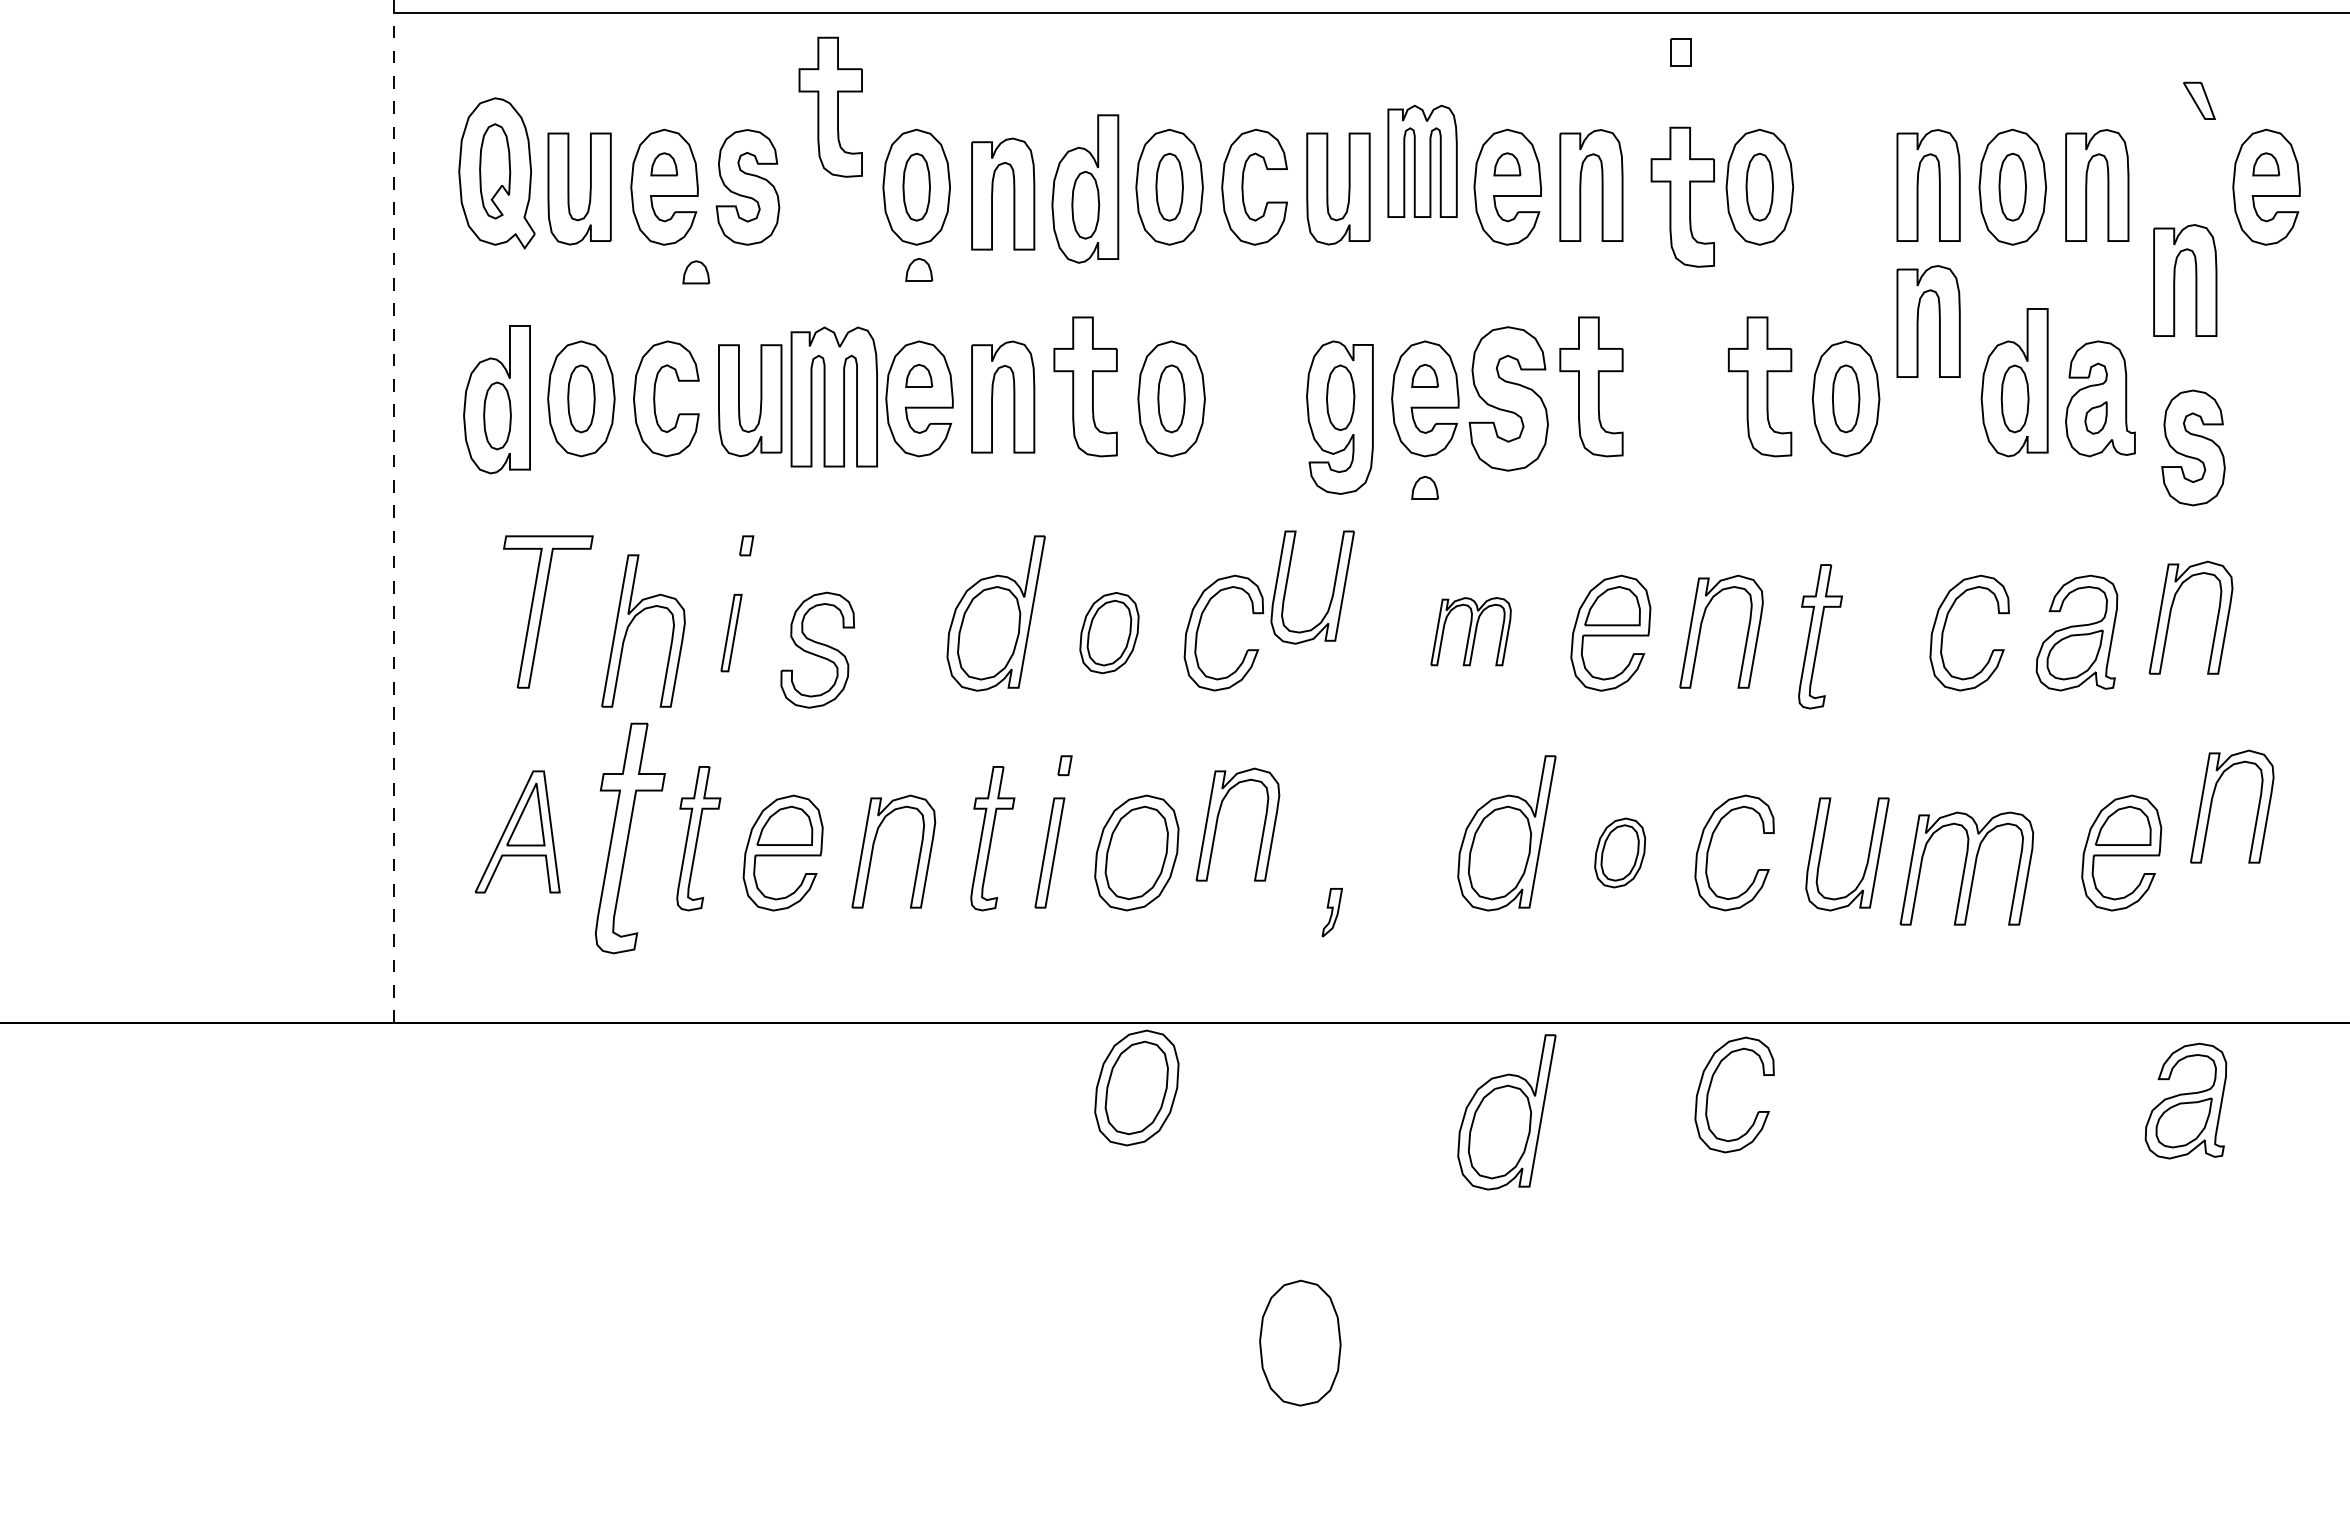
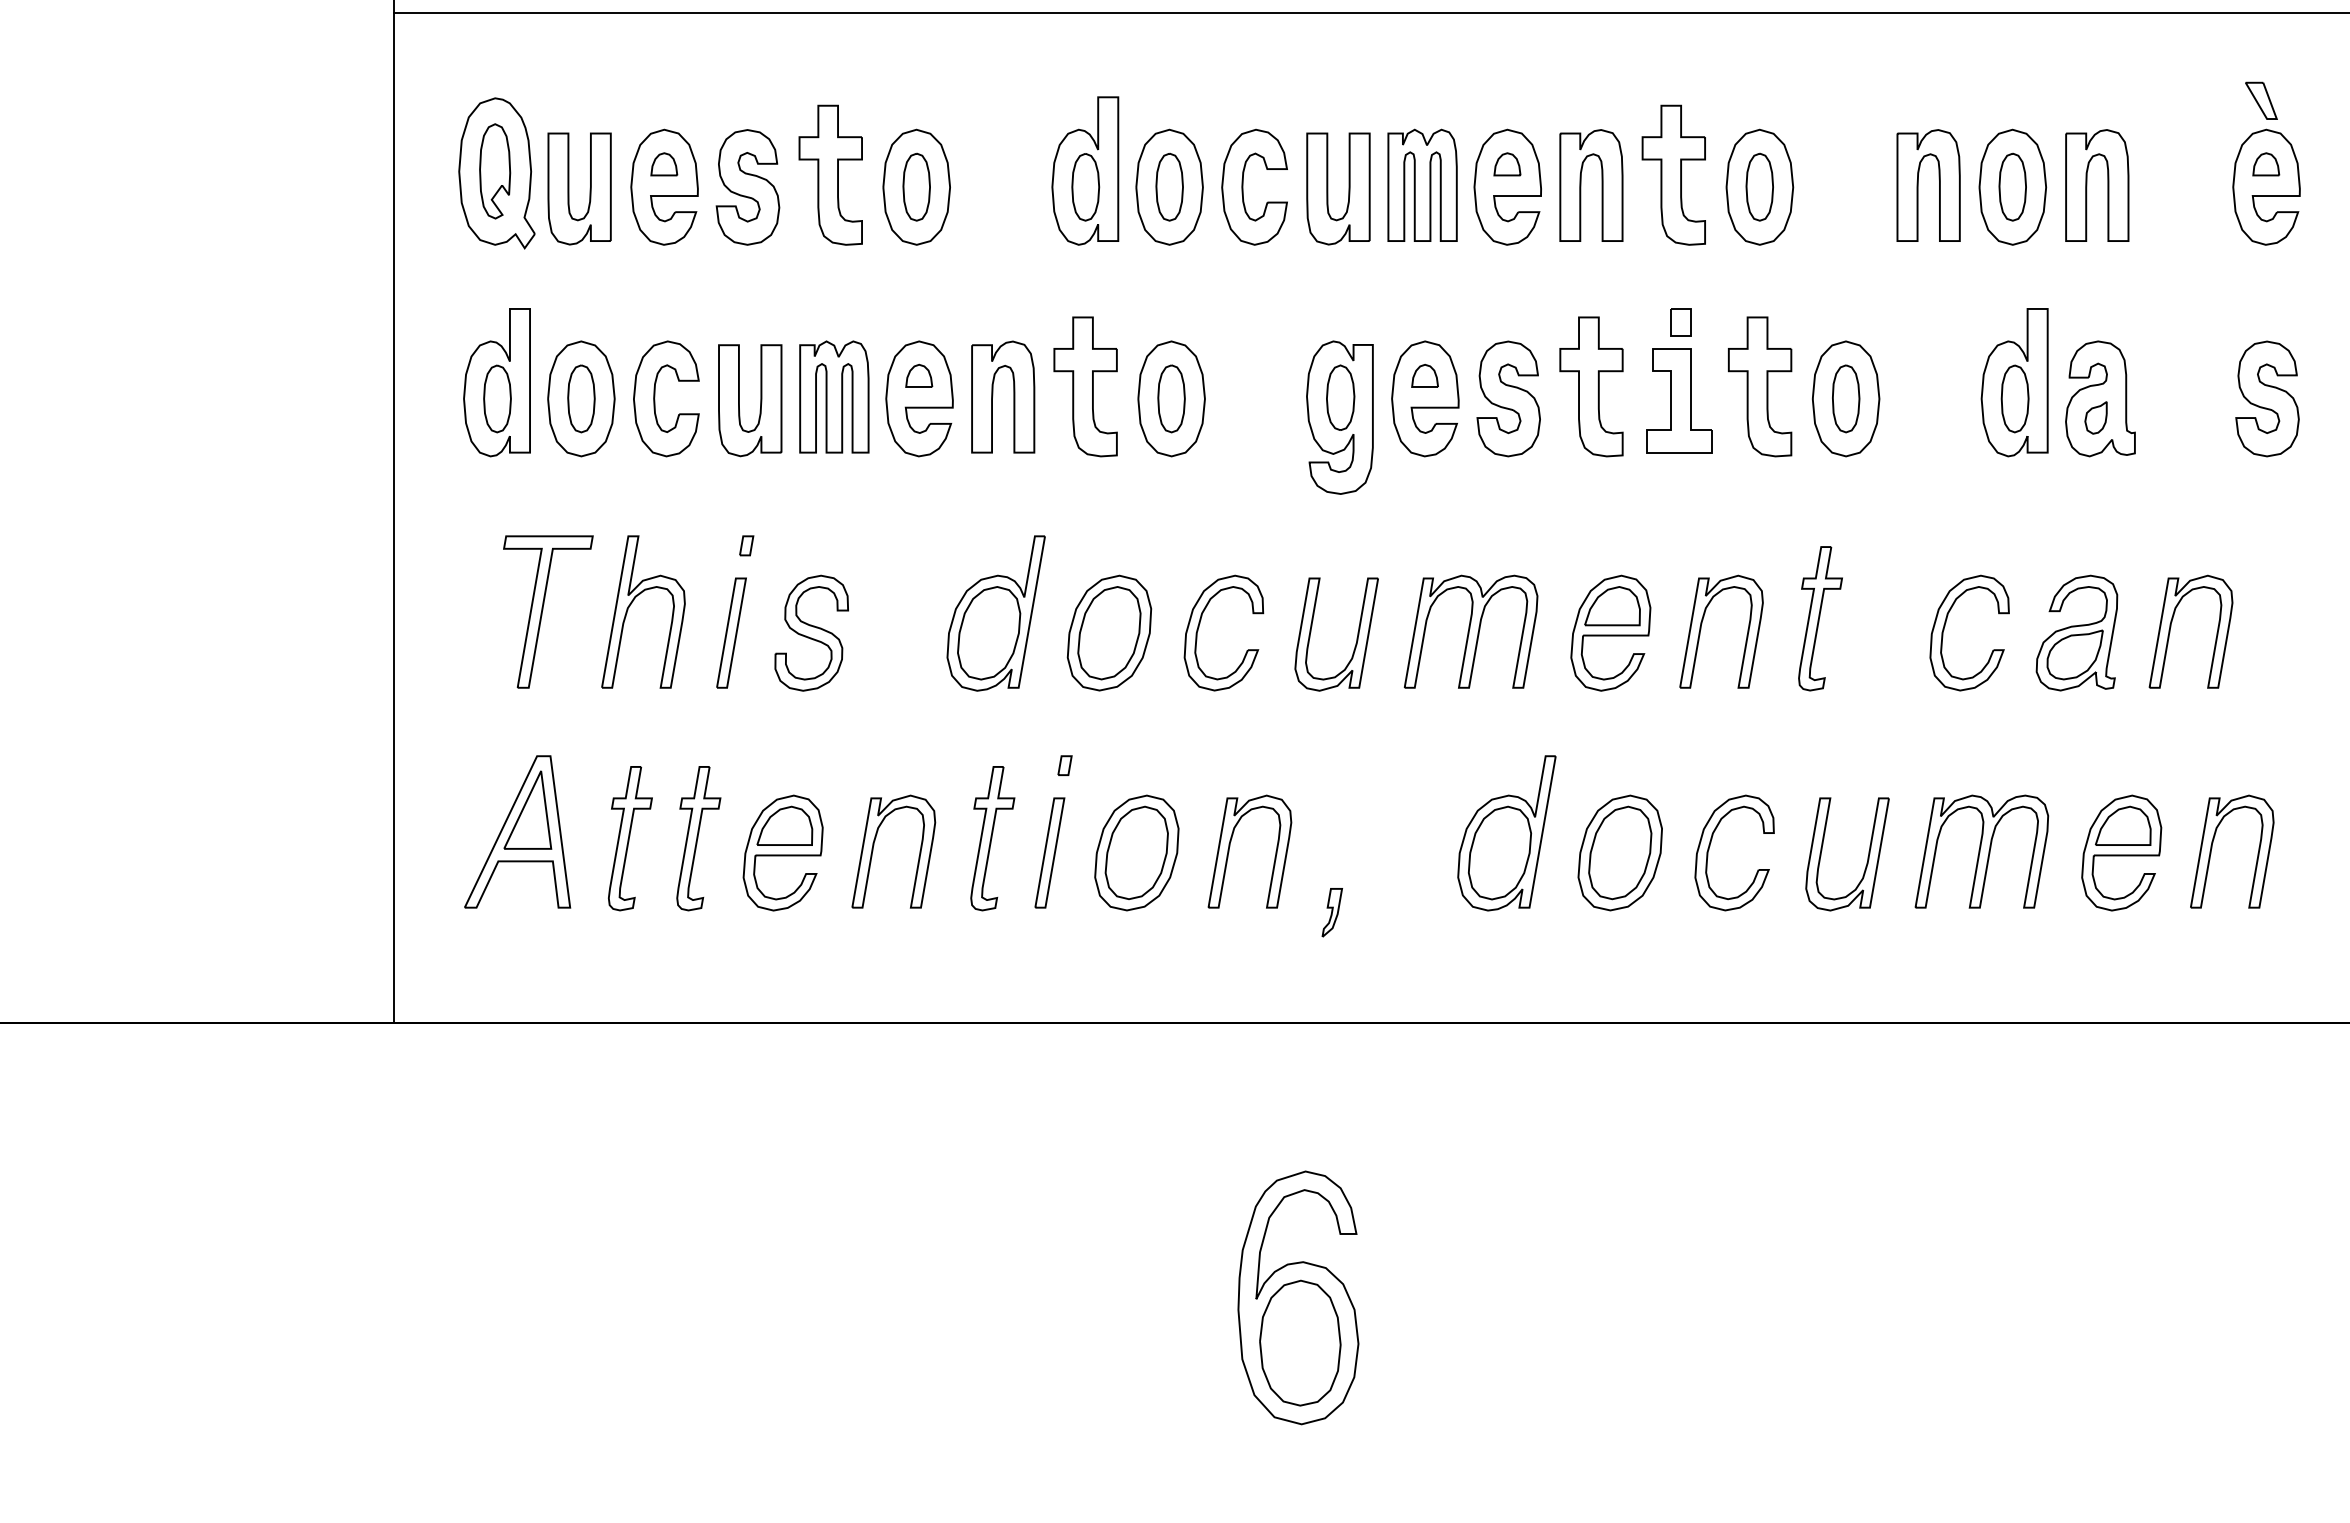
part at (1680, 52) position: (1680, 52) -> (1680, 322)
part at (2199, 100) position: (2199, 100) -> (2261, 100)
part at (830, 106) position: (830, 106) -> (830, 174)
part at (1422, 160) position: (1422, 160) -> (1422, 184)
part at (1085, 188) position: (1085, 188) -> (1085, 170)
part at (993, 193): present -> none
part at (1682, 196) position: (1682, 196) -> (1673, 174)
part at (919, 269): present -> none
part at (696, 272): present -> none
part at (2175, 280): present -> none
part at (1918, 321): present -> none
part at (833, 396) size: 88x142 px -> 71x114 px
part at (1508, 398) size: 81x146 px -> 65x118 px
part at (496, 399) position: (496, 399) -> (496, 382)
part at (1679, 400): none -> present
part at (2193, 447) position: (2193, 447) -> (2267, 398)
part at (1424, 487): present -> none
line at (394, 511): dashed -> solid
part at (1332, 590) position: (1332, 590) -> (1356, 637)
part at (2171, 613) position: (2171, 613) -> (2171, 627)
part at (632, 622) position: (632, 622) -> (632, 603)
part at (1470, 631) size: 82x70 px -> 136x115 px
part at (731, 632) size: 23x80 px -> 31x112 px
part at (1109, 633) size: 61x83 px -> 87x118 px
part at (1820, 636) position: (1820, 636) -> (1820, 618)
part at (817, 649) position: (817, 649) -> (811, 632)
part at (2212, 803) position: (2212, 803) -> (2212, 848)
part at (1218, 819) position: (1218, 819) -> (1230, 846)
part at (517, 831) size: 87x124 px -> 108x154 px
part at (629, 838) size: 72x233 px -> 45x146 px
part at (1620, 852) size: 53x72 px -> 86x118 px
part at (1966, 868) position: (1966, 868) -> (1981, 851)
part at (1136, 1087): present -> none
part at (1710, 1088): present -> none
part at (2185, 1100): present -> none
part at (1506, 1112): present -> none
part at (1298, 1297): none -> present
